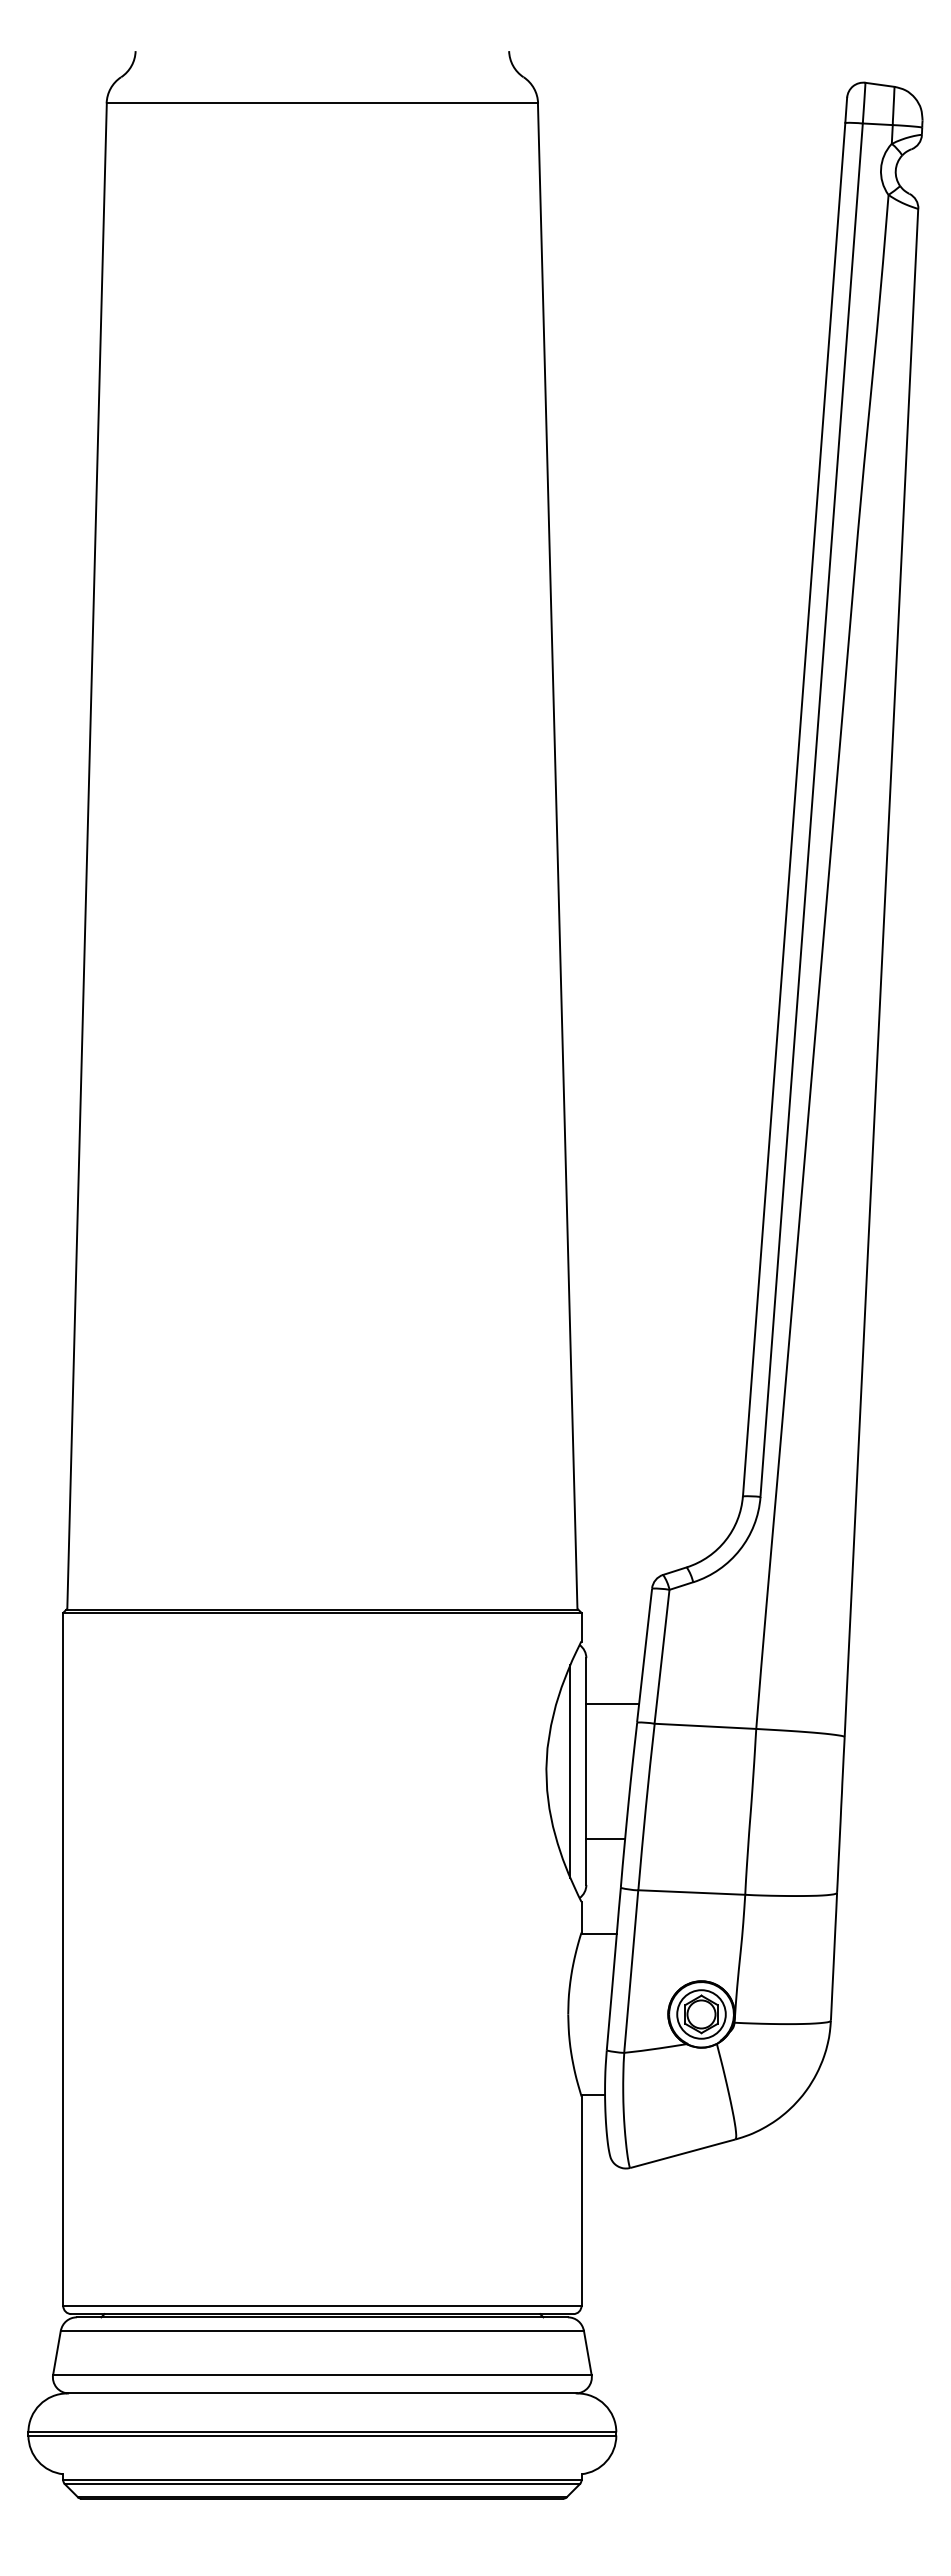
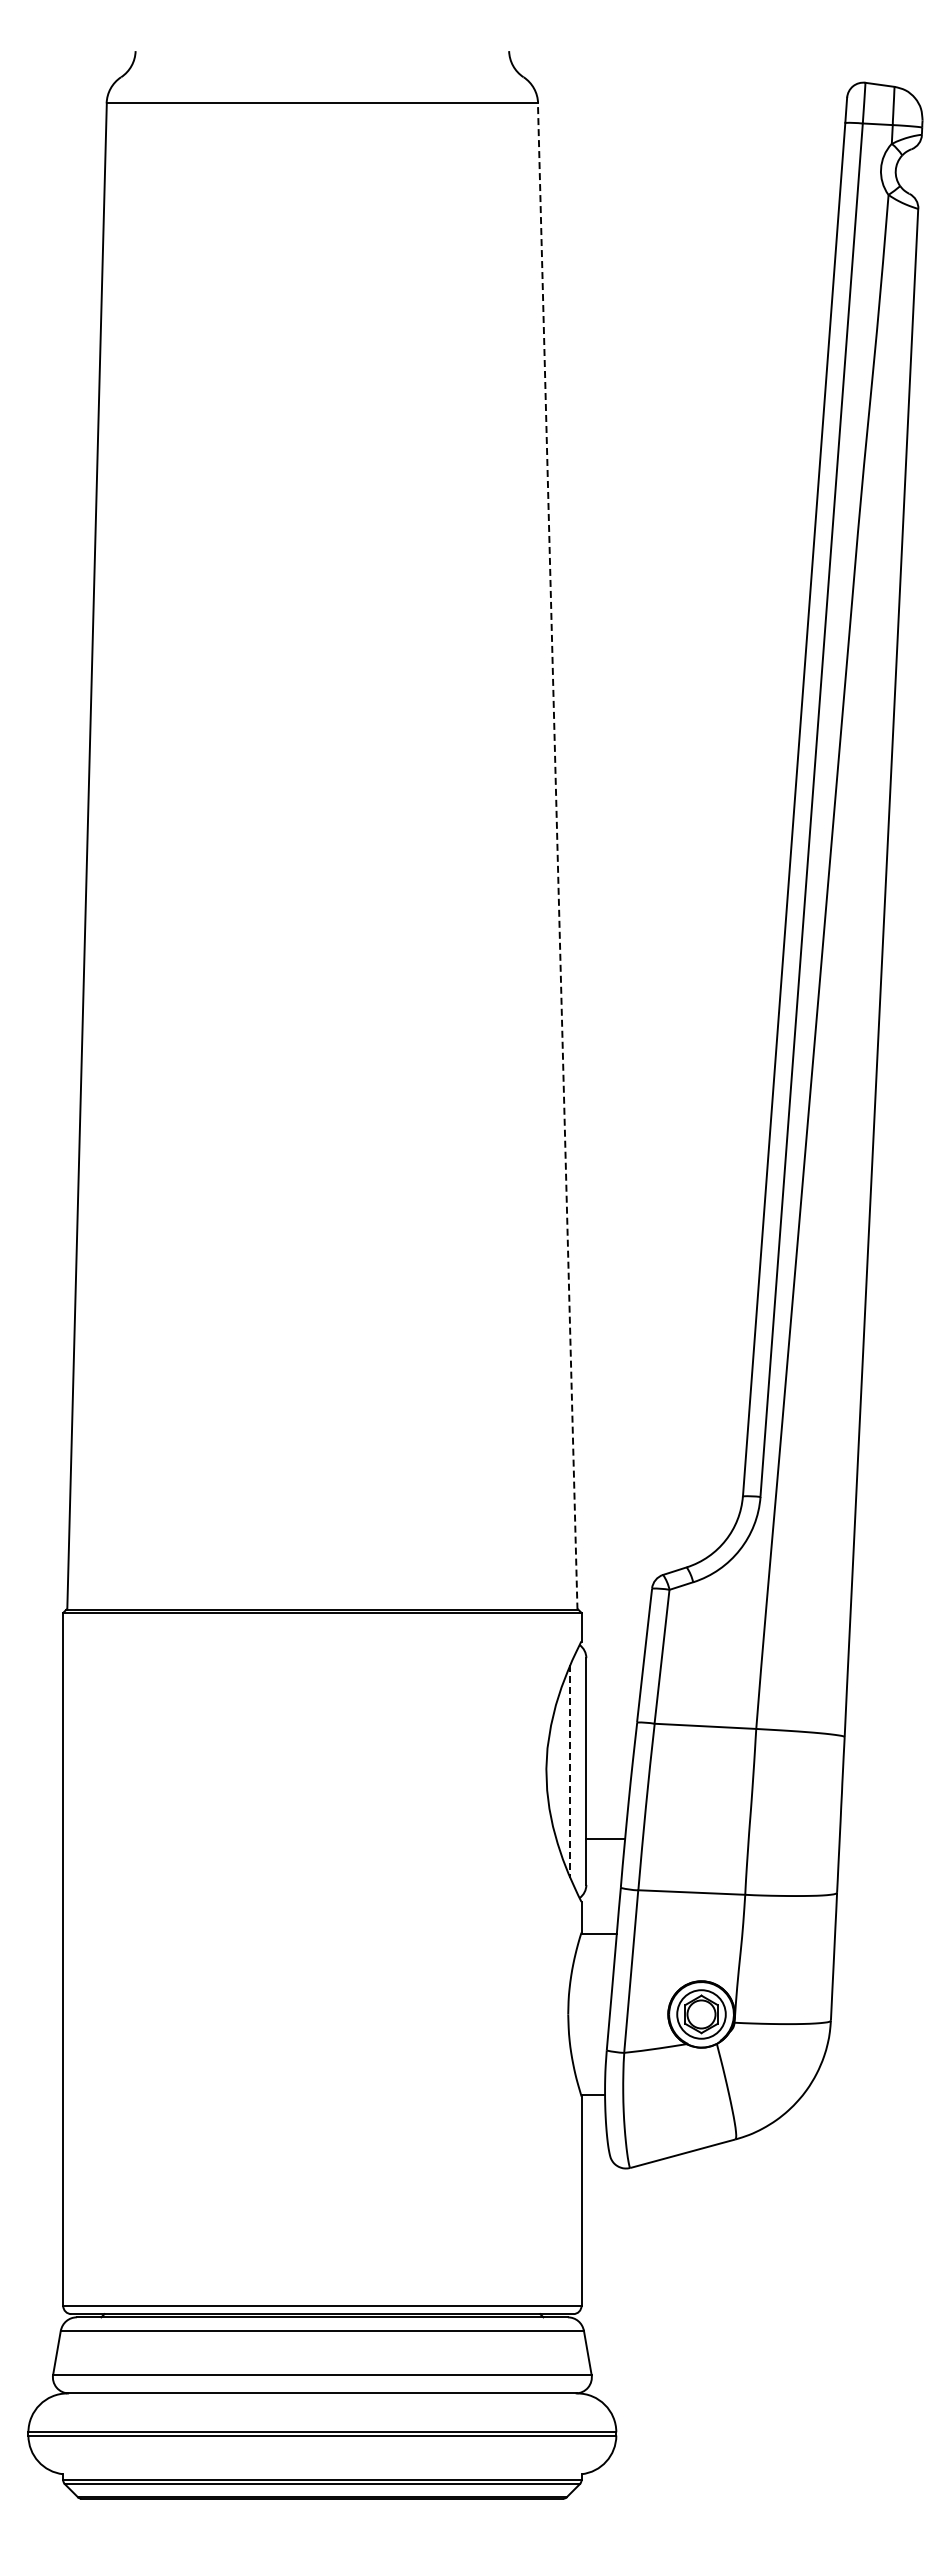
line at (557, 855): solid -> dashed
line at (612, 1704): present -> none
line at (570, 1772): solid -> dashed
